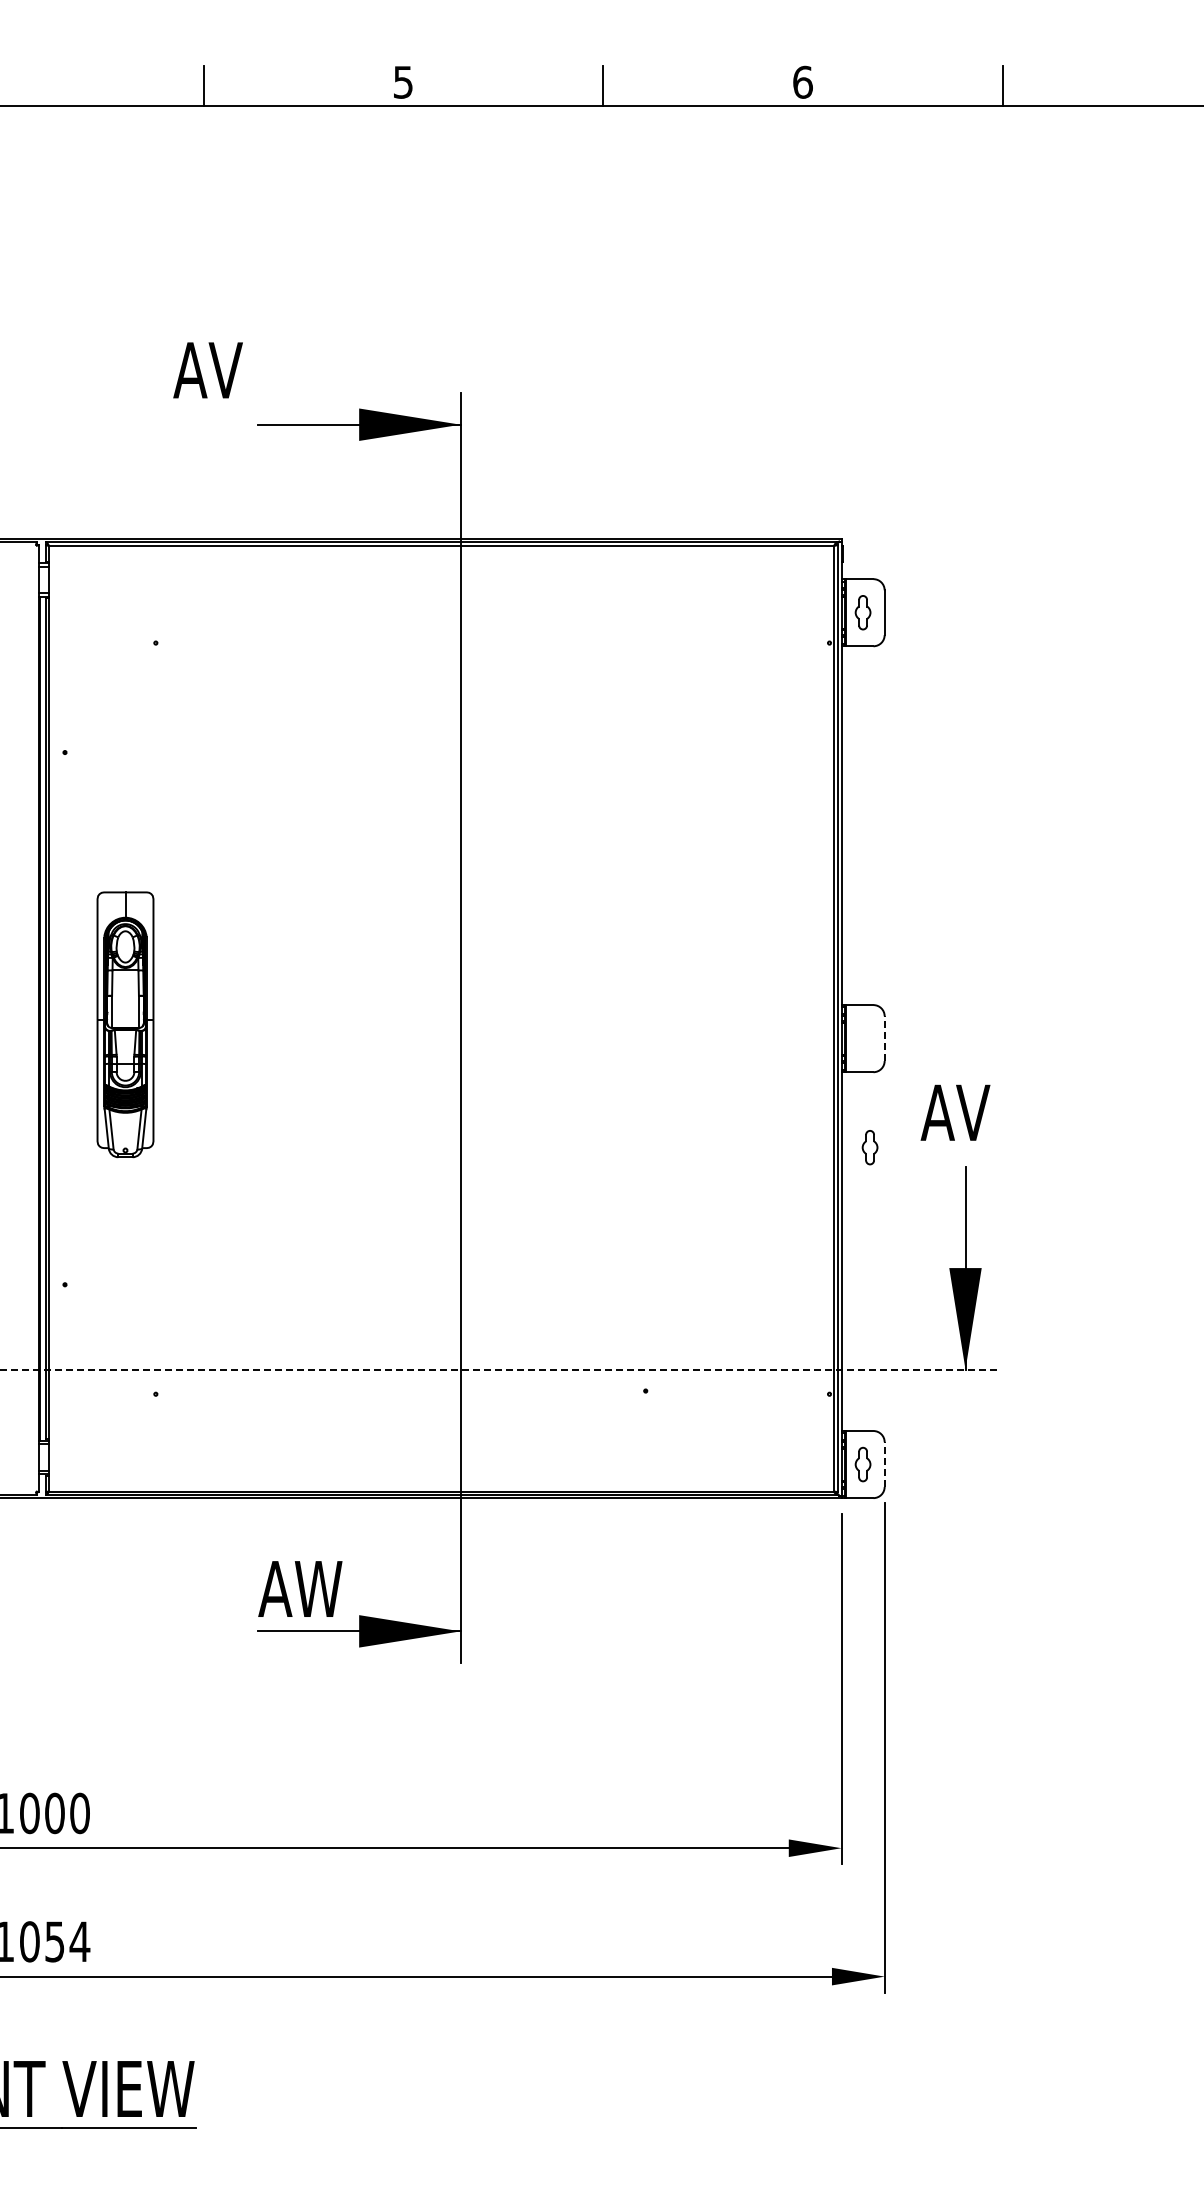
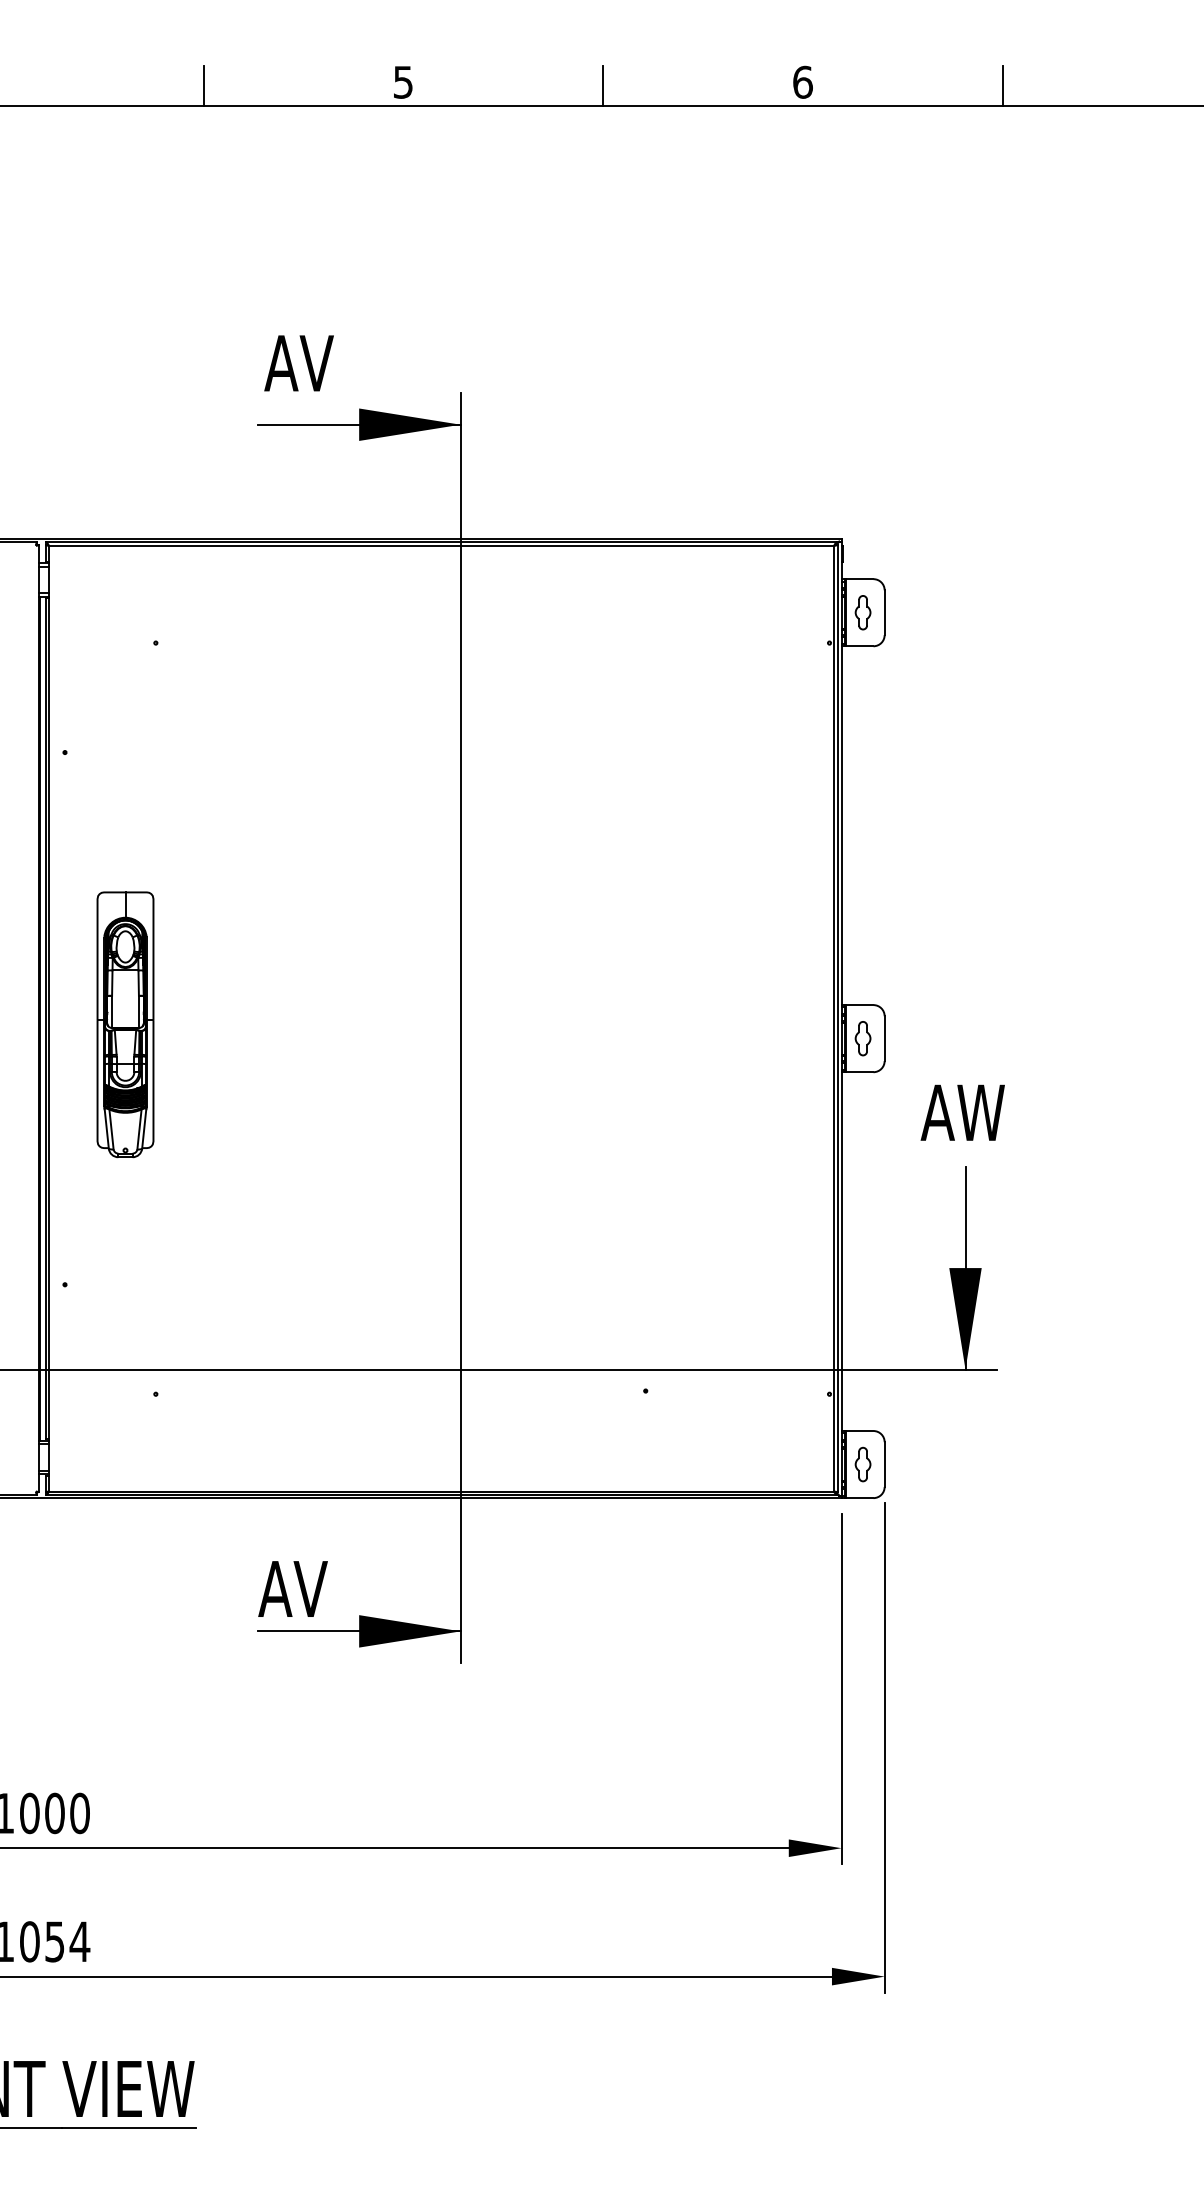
text at (207, 370) position: (207, 370) -> (298, 363)
line at (884, 1038): dashed -> solid
text at (980, 1112): AV -> AW
part at (869, 1147) position: (869, 1147) -> (862, 1038)
line at (498, 1369): dashed -> solid
line at (884, 1464): dashed -> solid
text at (317, 1588): AW -> AV
